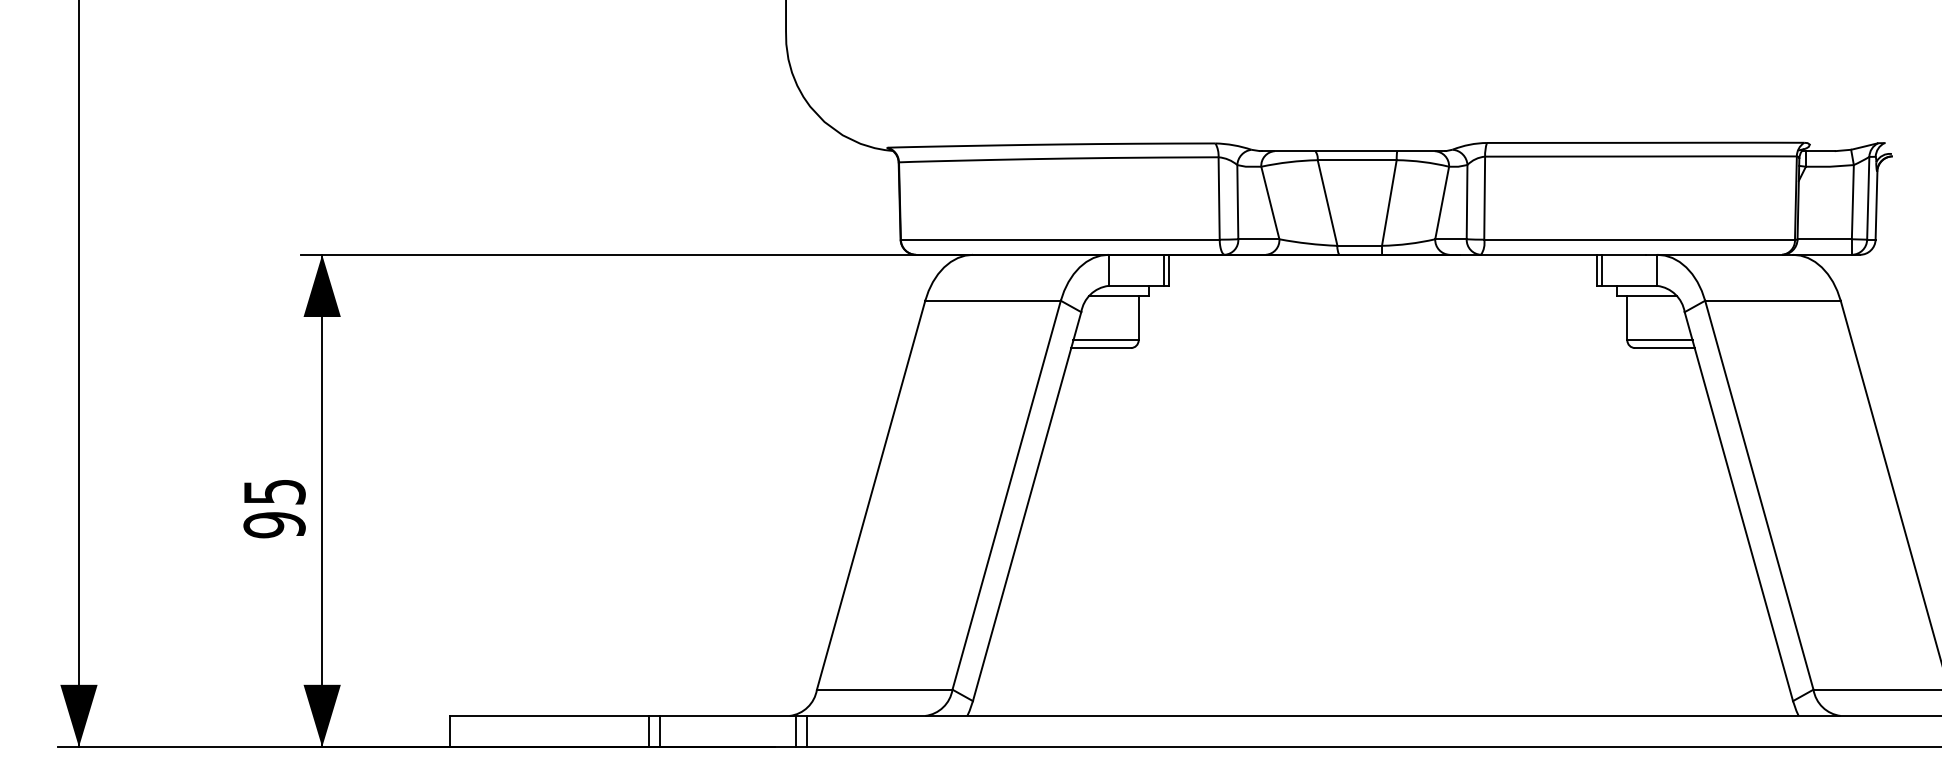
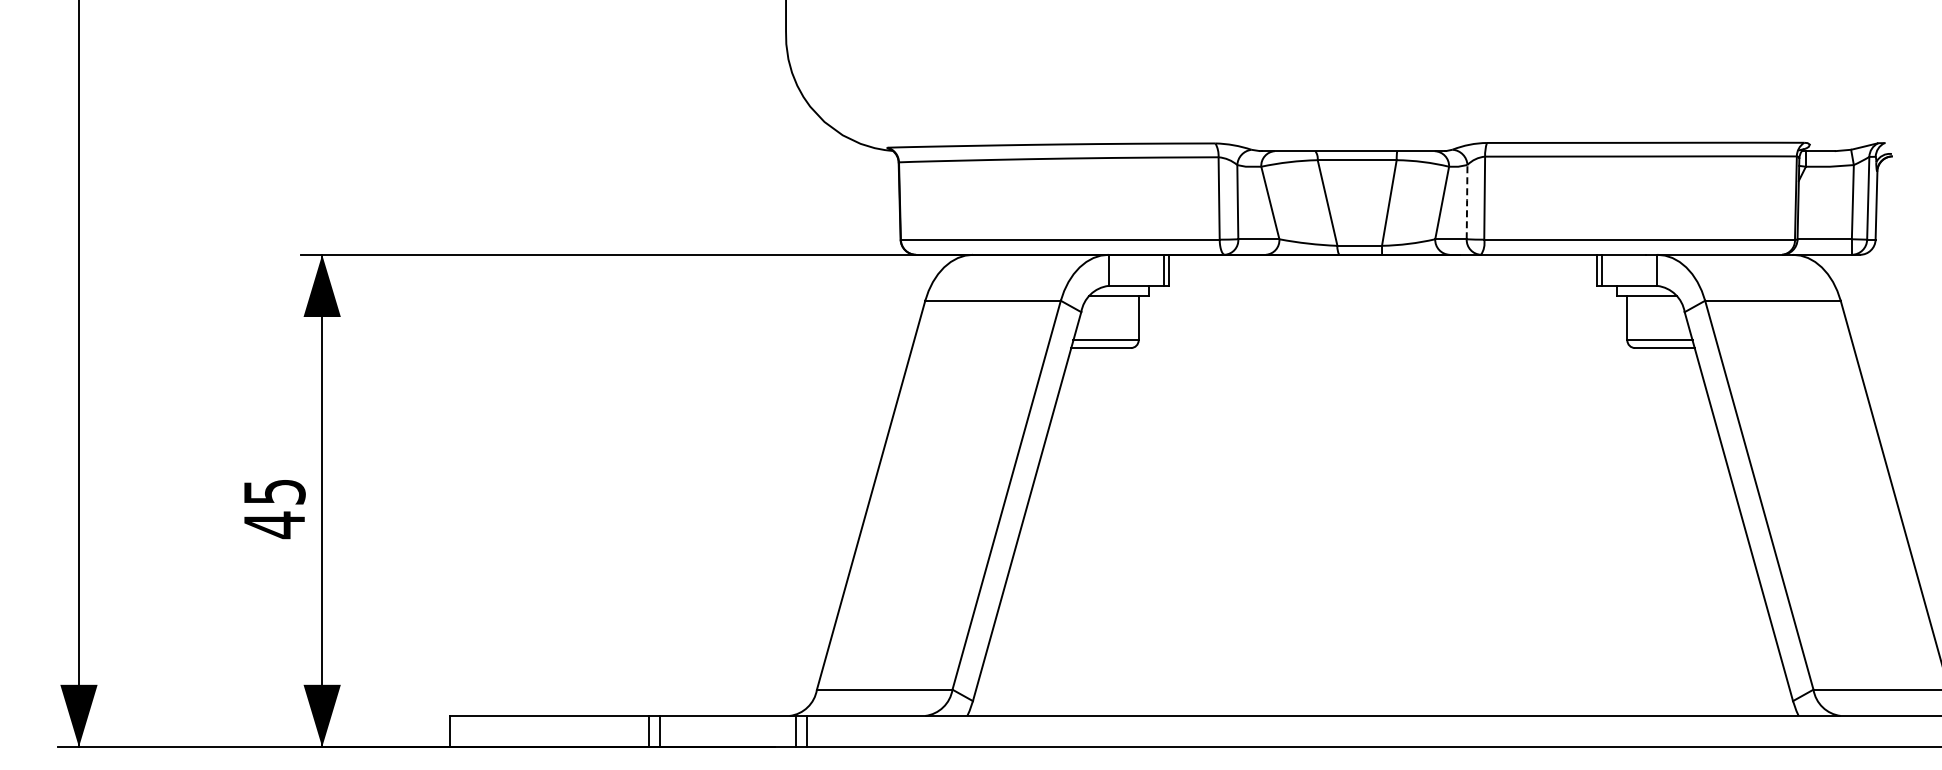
line at (1467, 201): solid -> dashed
text at (274, 525): 95 -> 45
